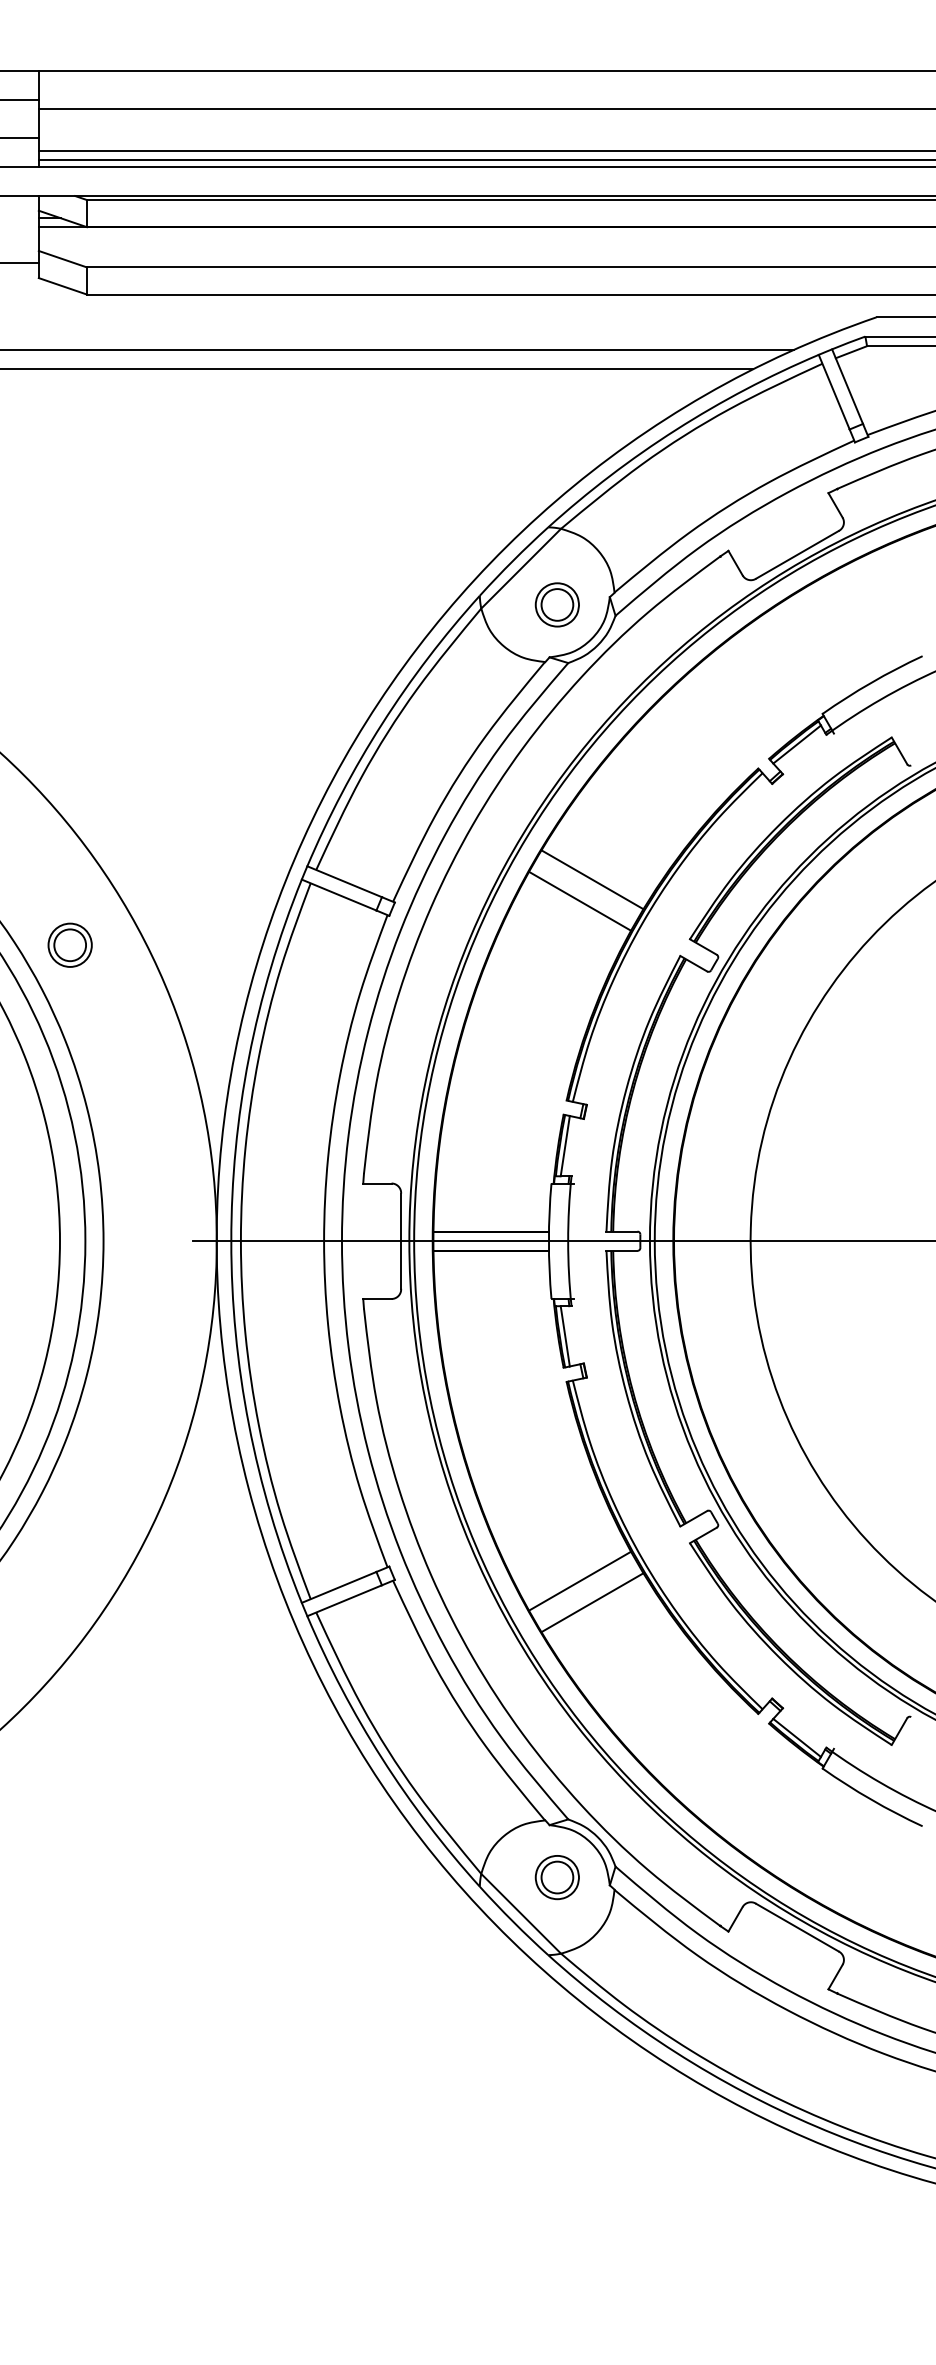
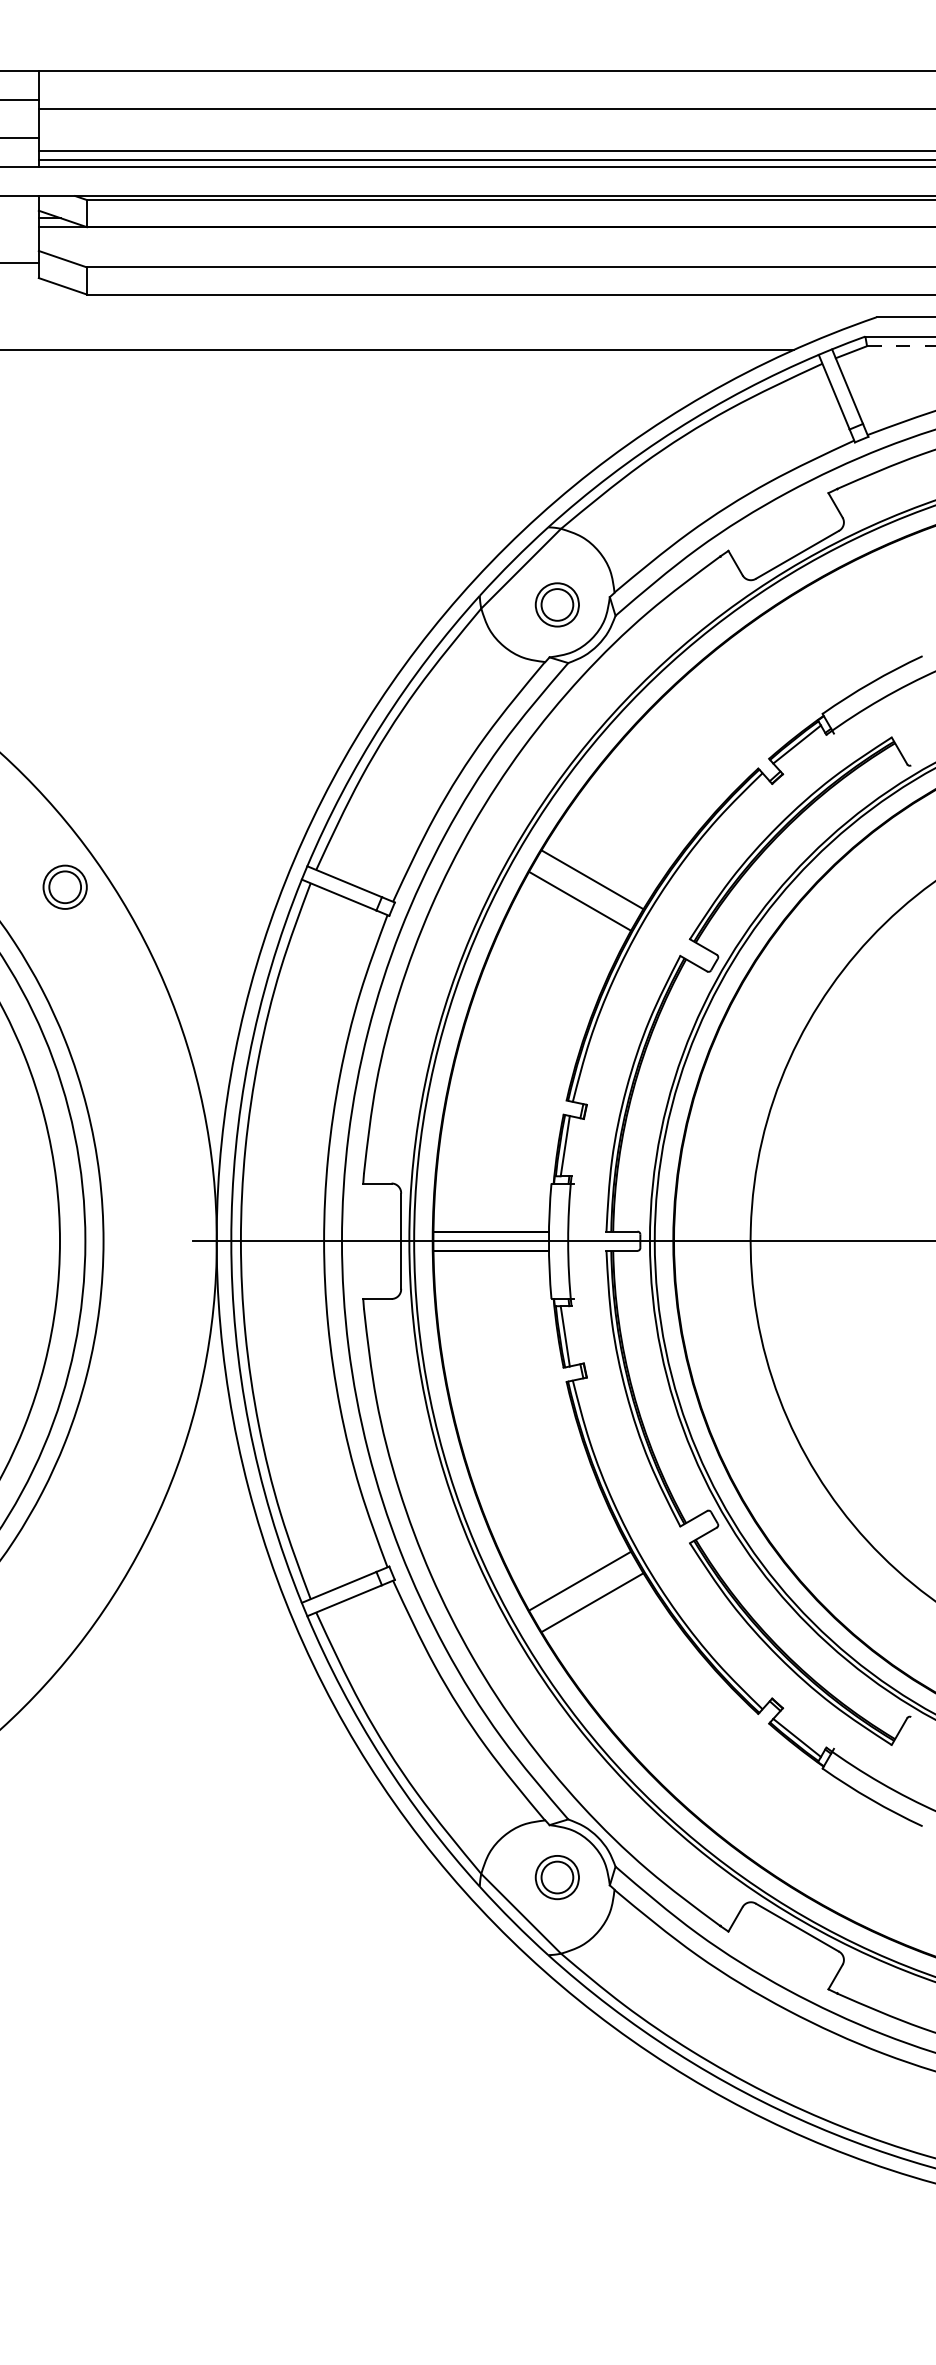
line at (901, 346): solid -> dashed
line at (377, 369): present -> none
part at (69, 944) position: (69, 944) -> (64, 886)
